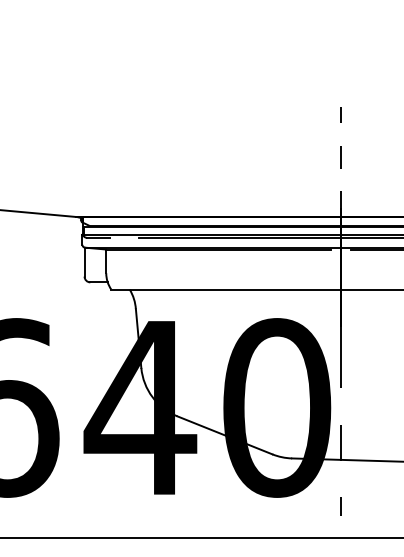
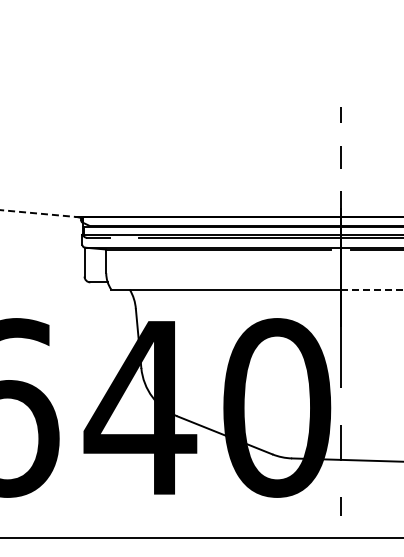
line at (39, 213): solid -> dashed
line at (372, 289): solid -> dashed
